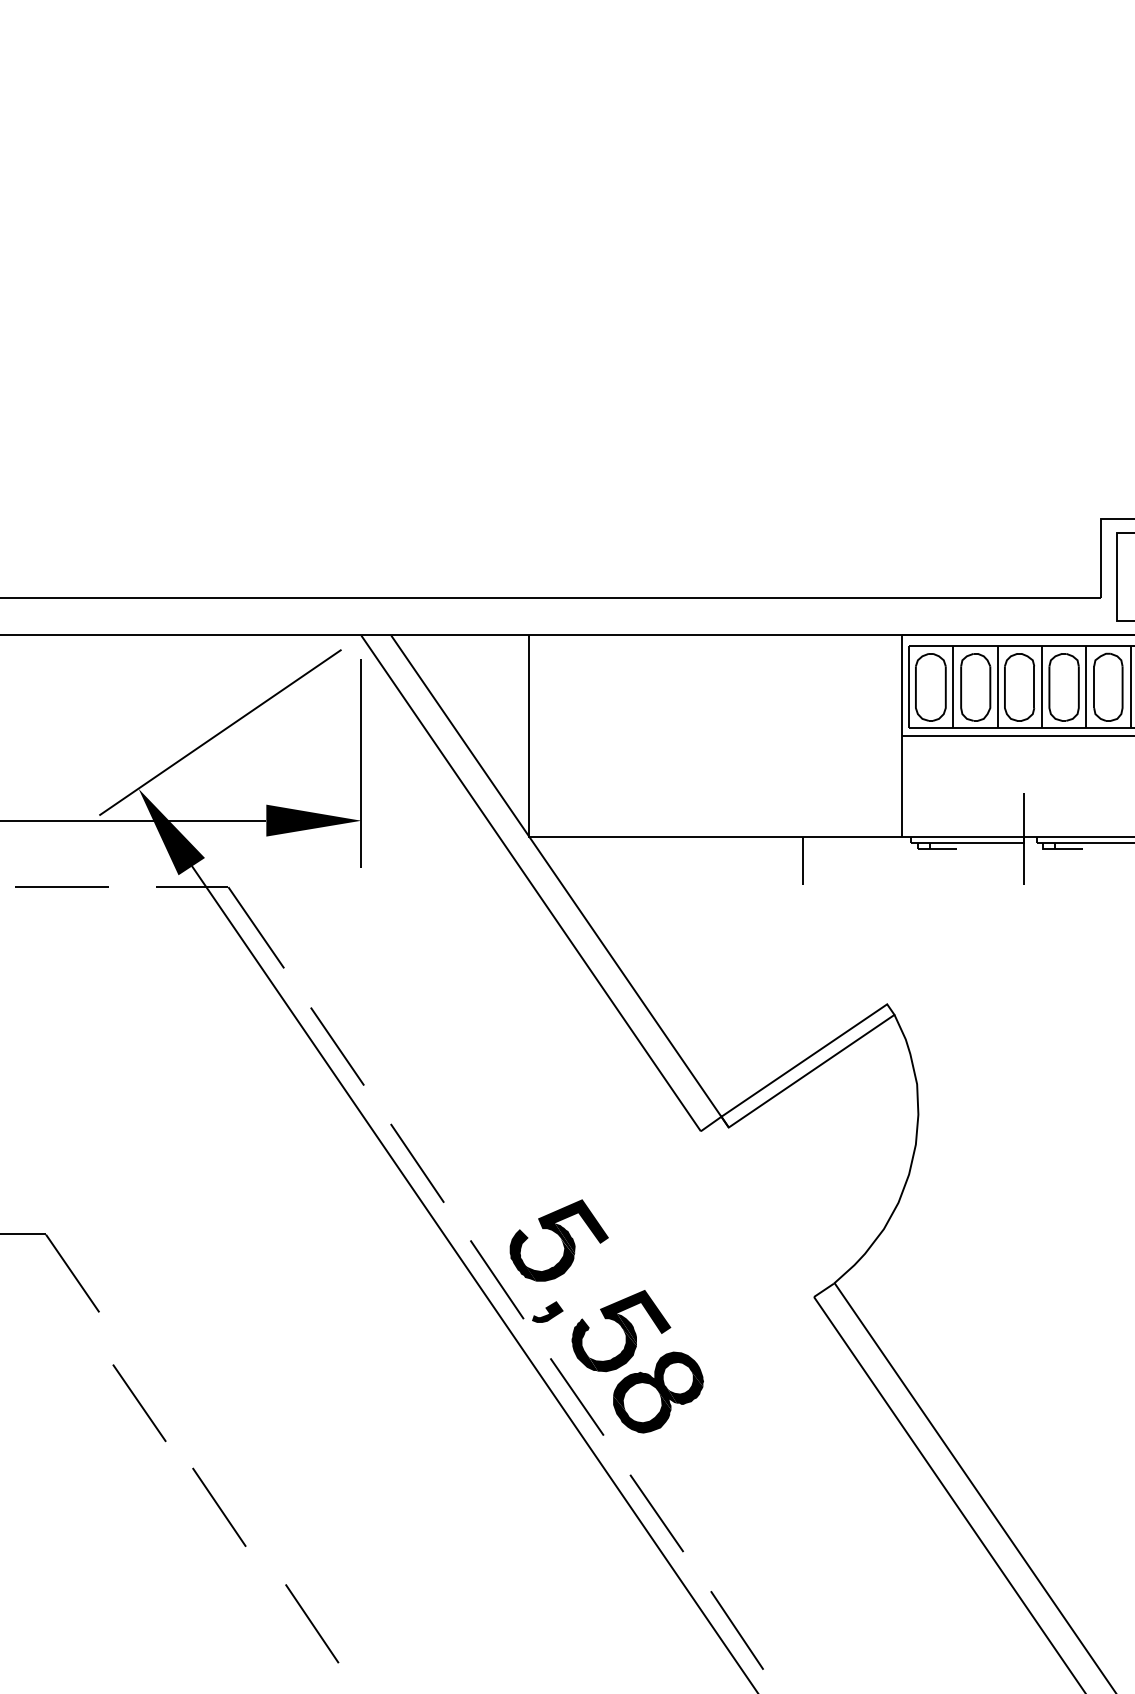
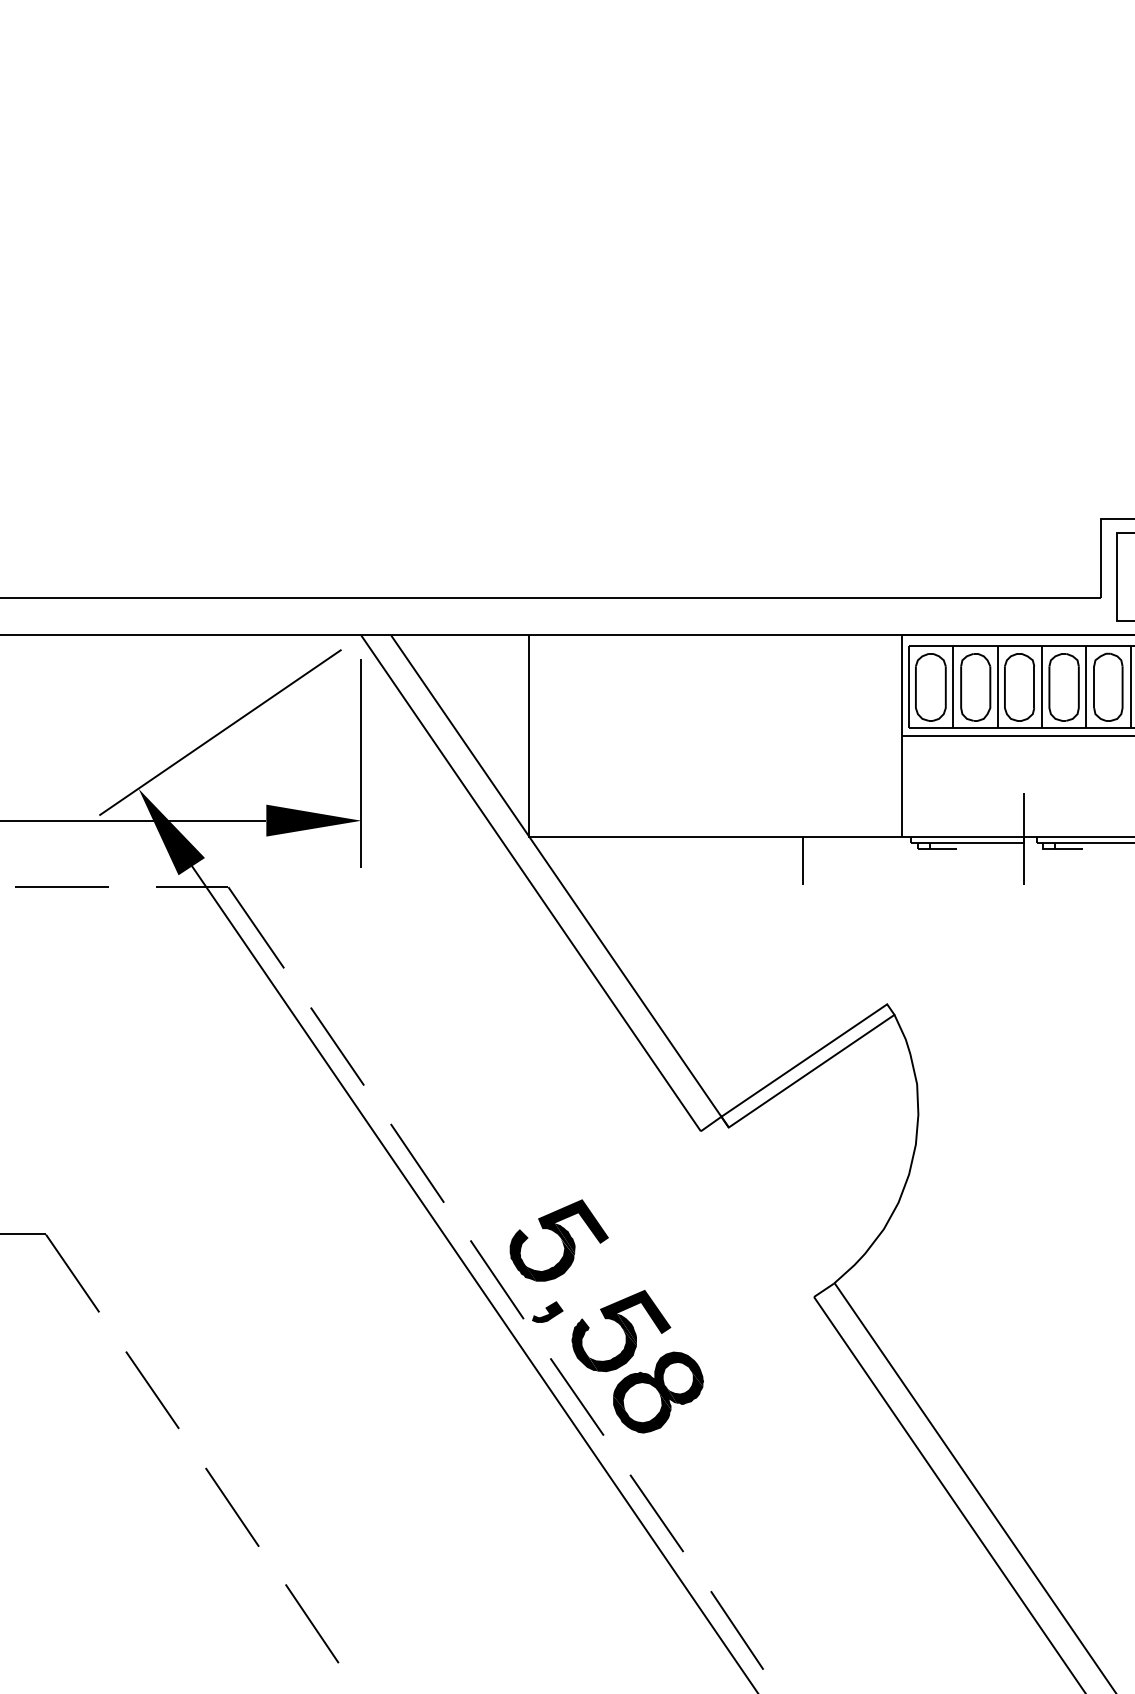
line at (139, 1403) position: (139, 1403) -> (152, 1390)
line at (219, 1506) position: (219, 1506) -> (232, 1506)
